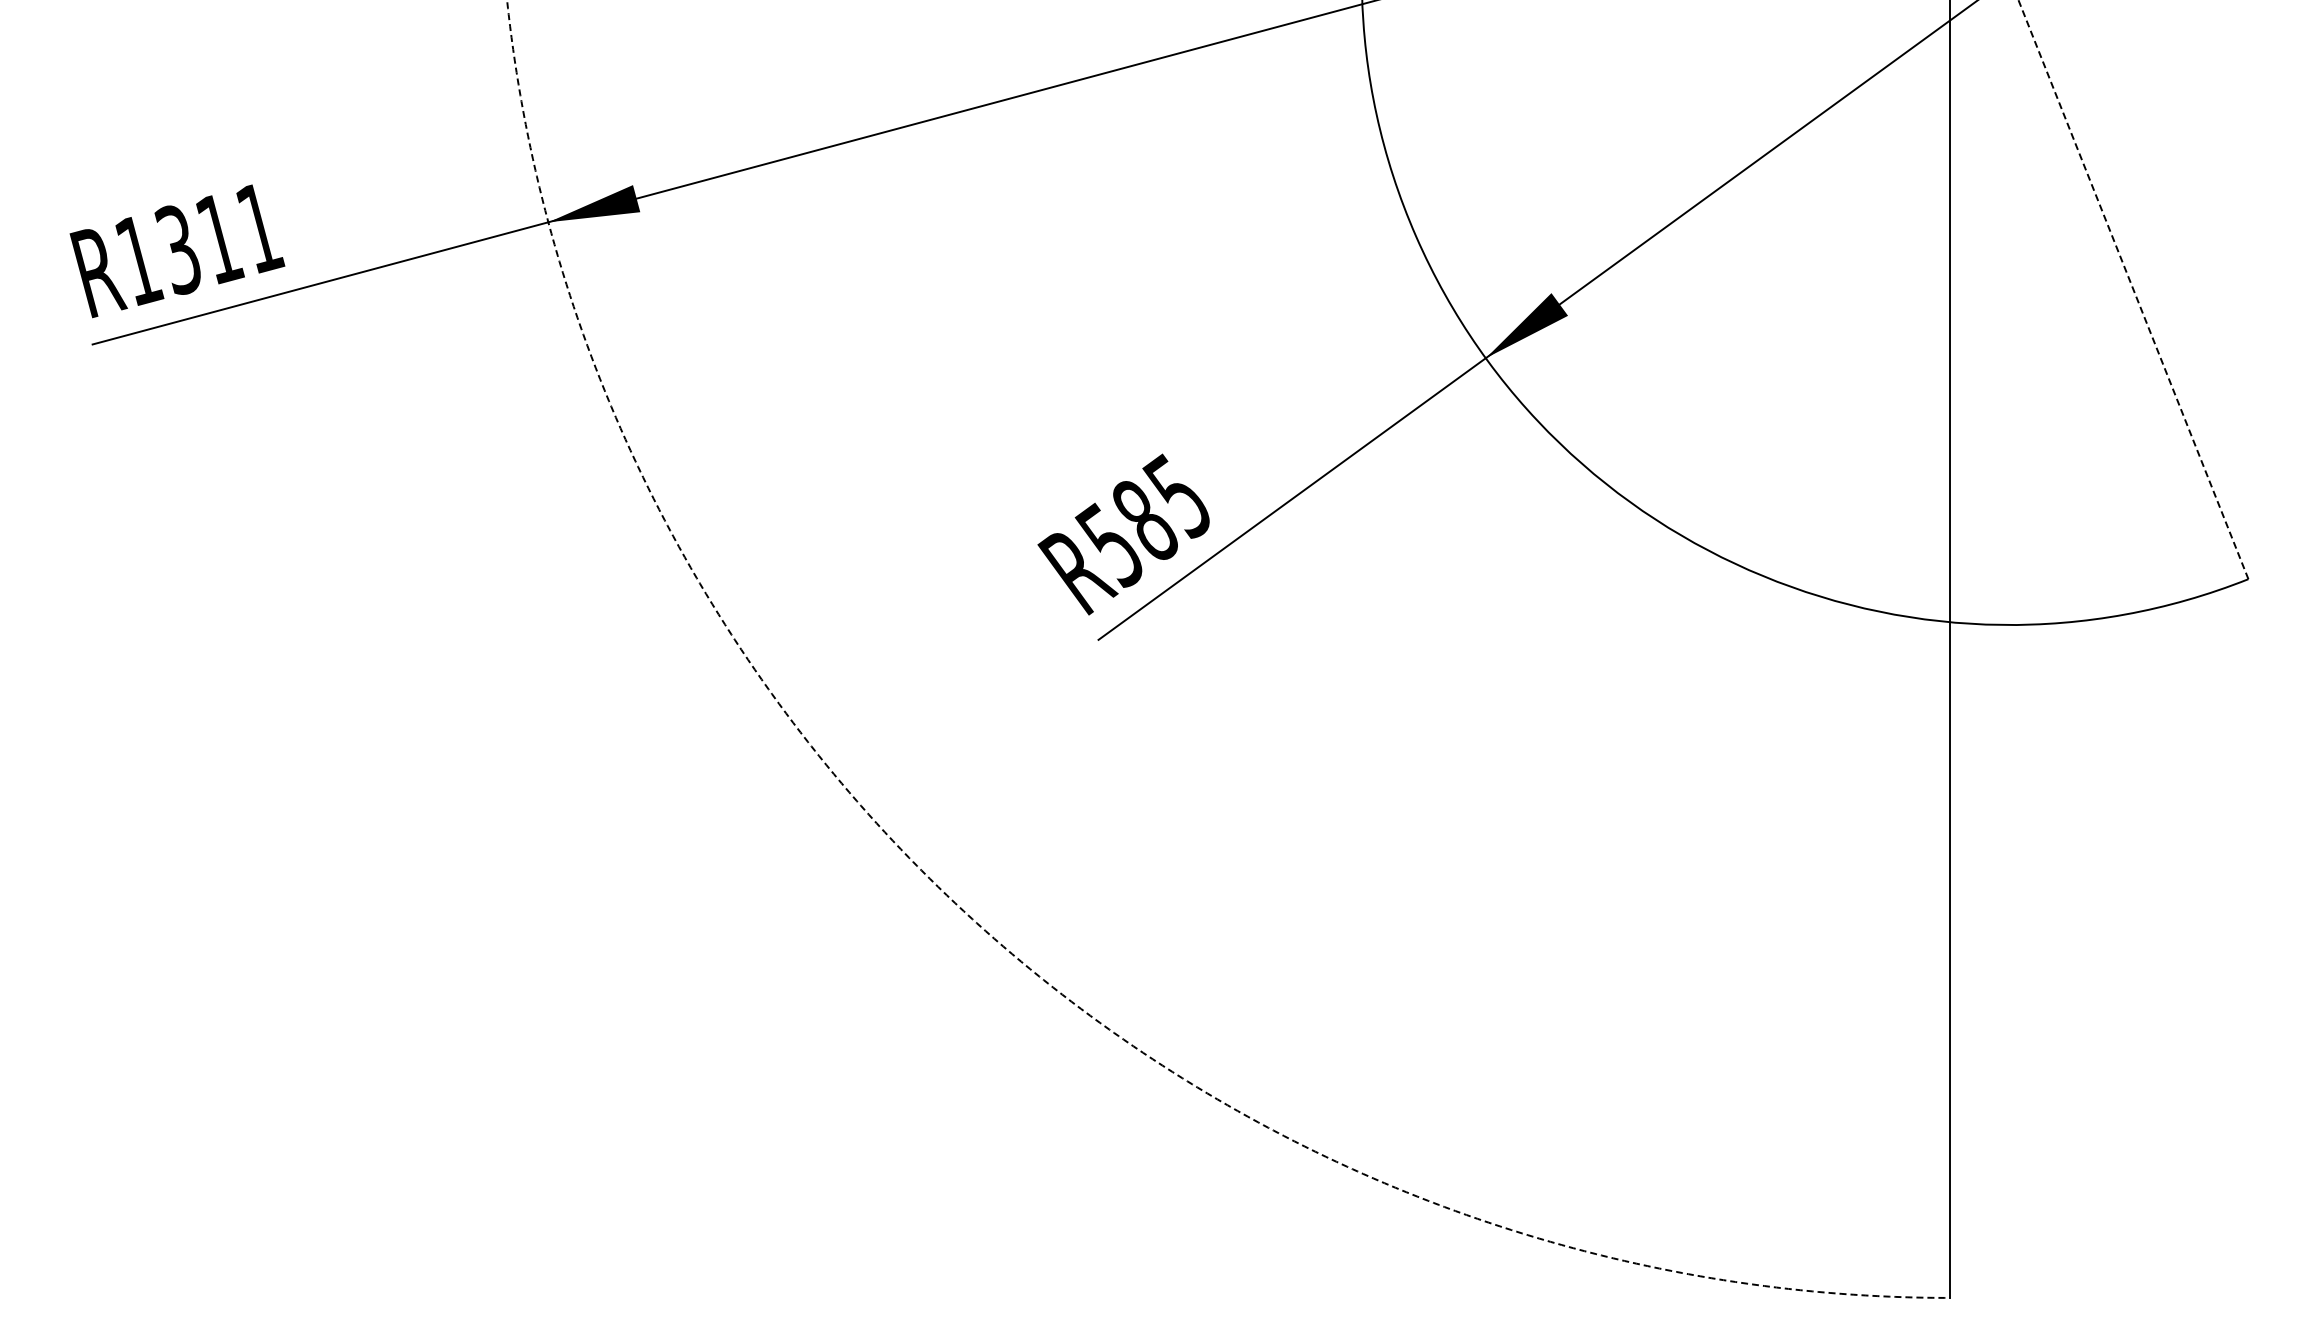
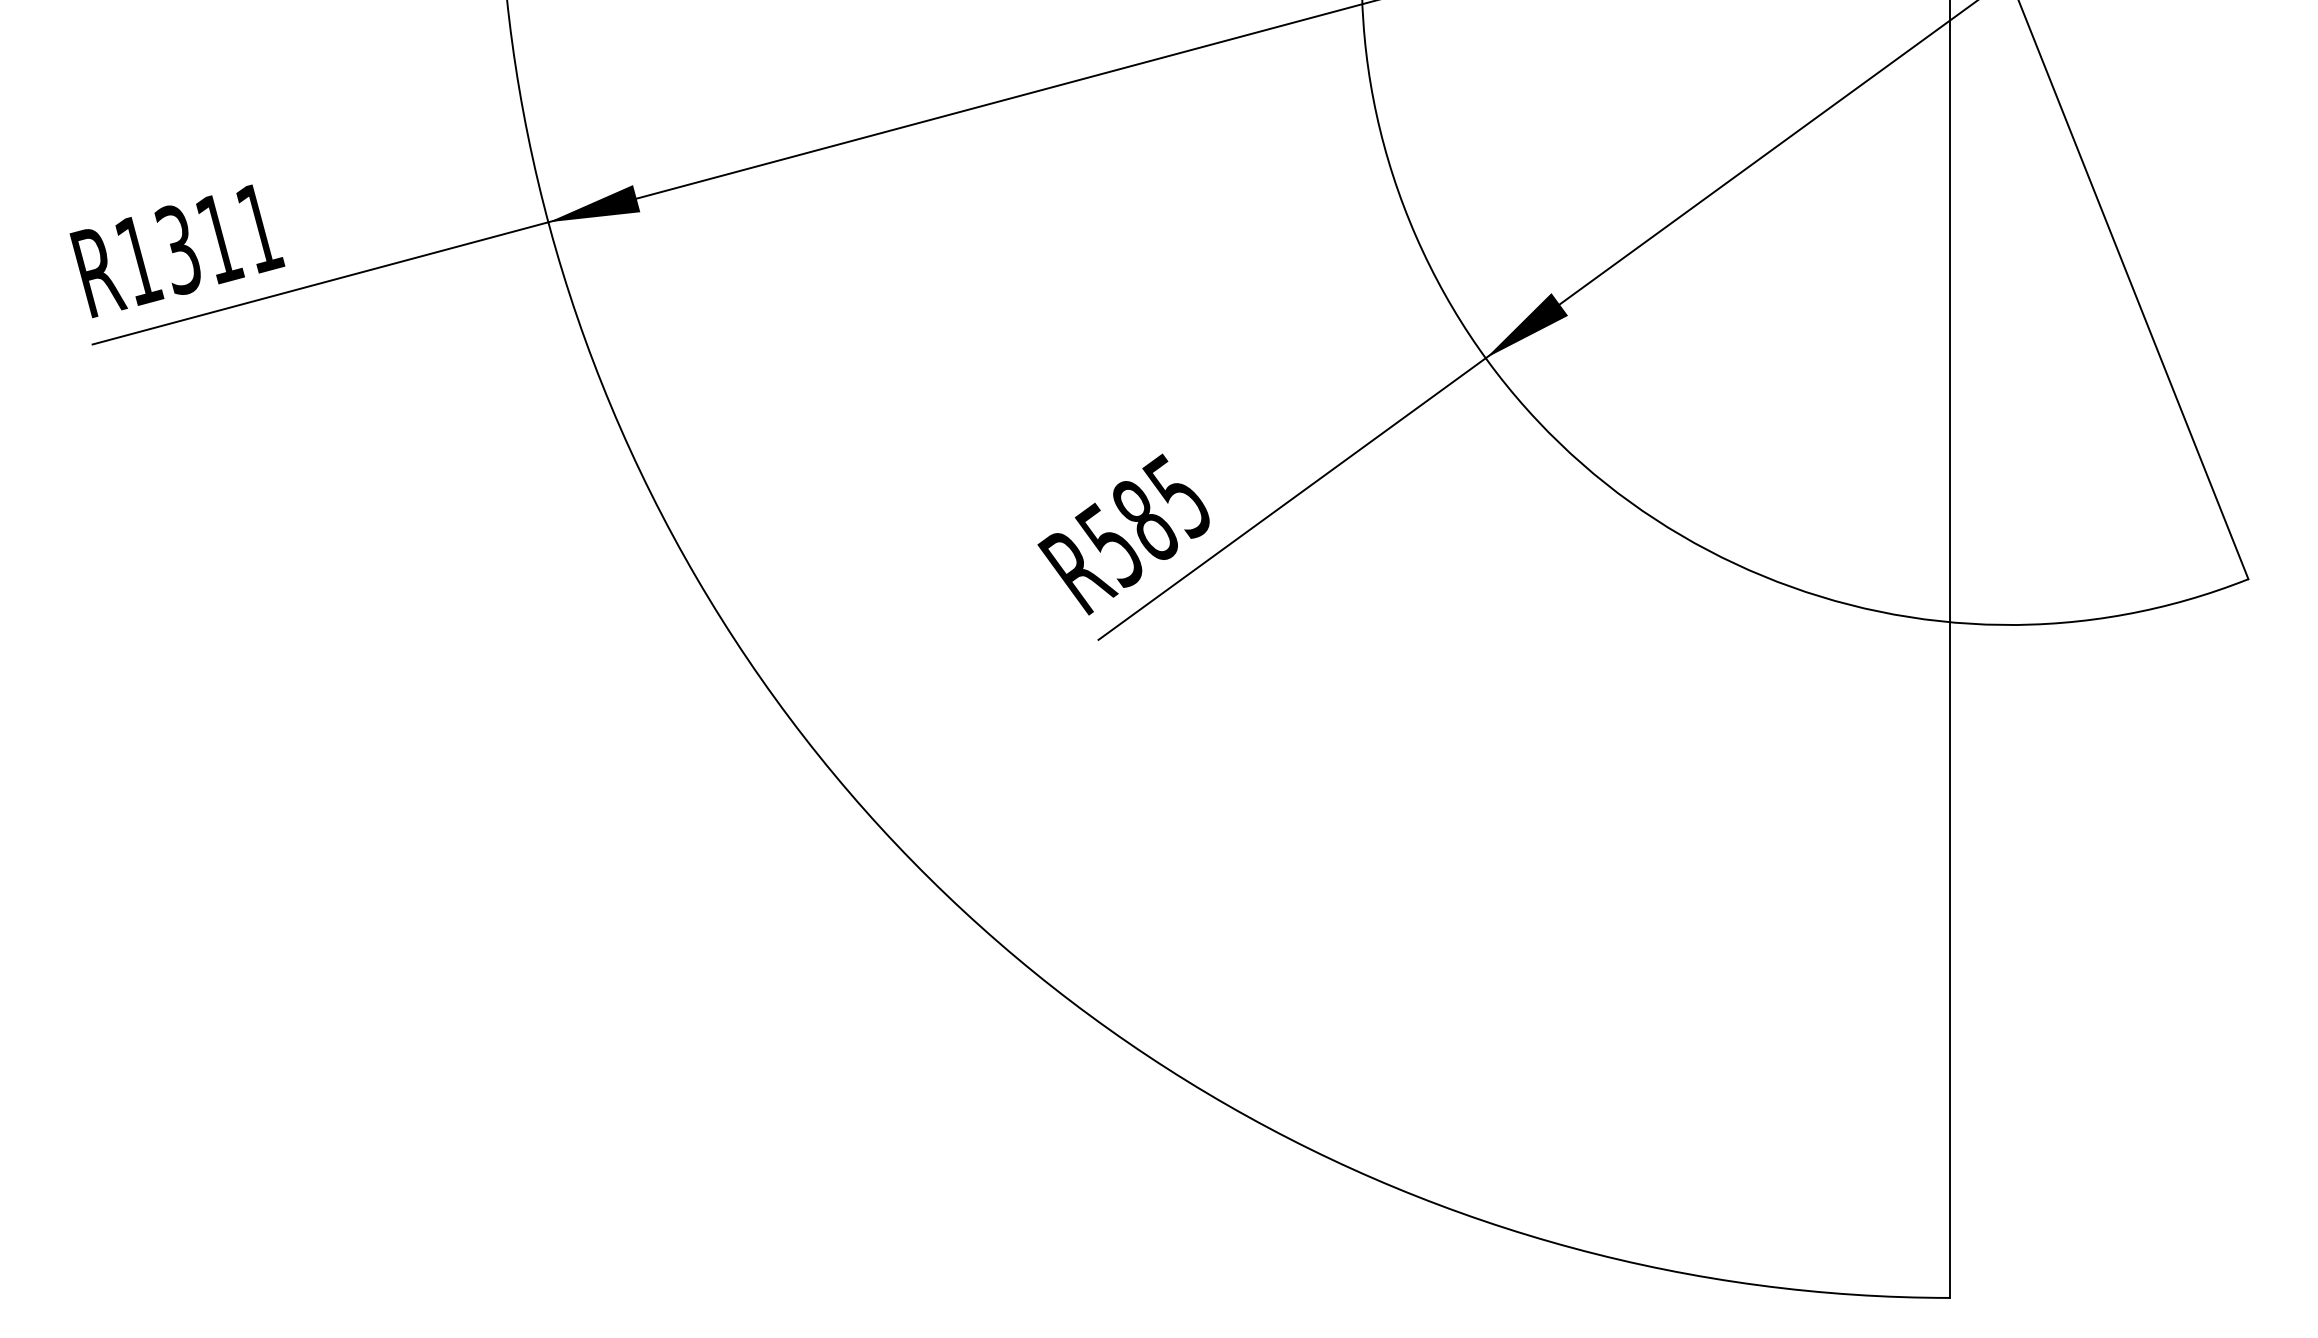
line at (2133, 289): dashed -> solid
arc at (981, 927): dashed -> solid
